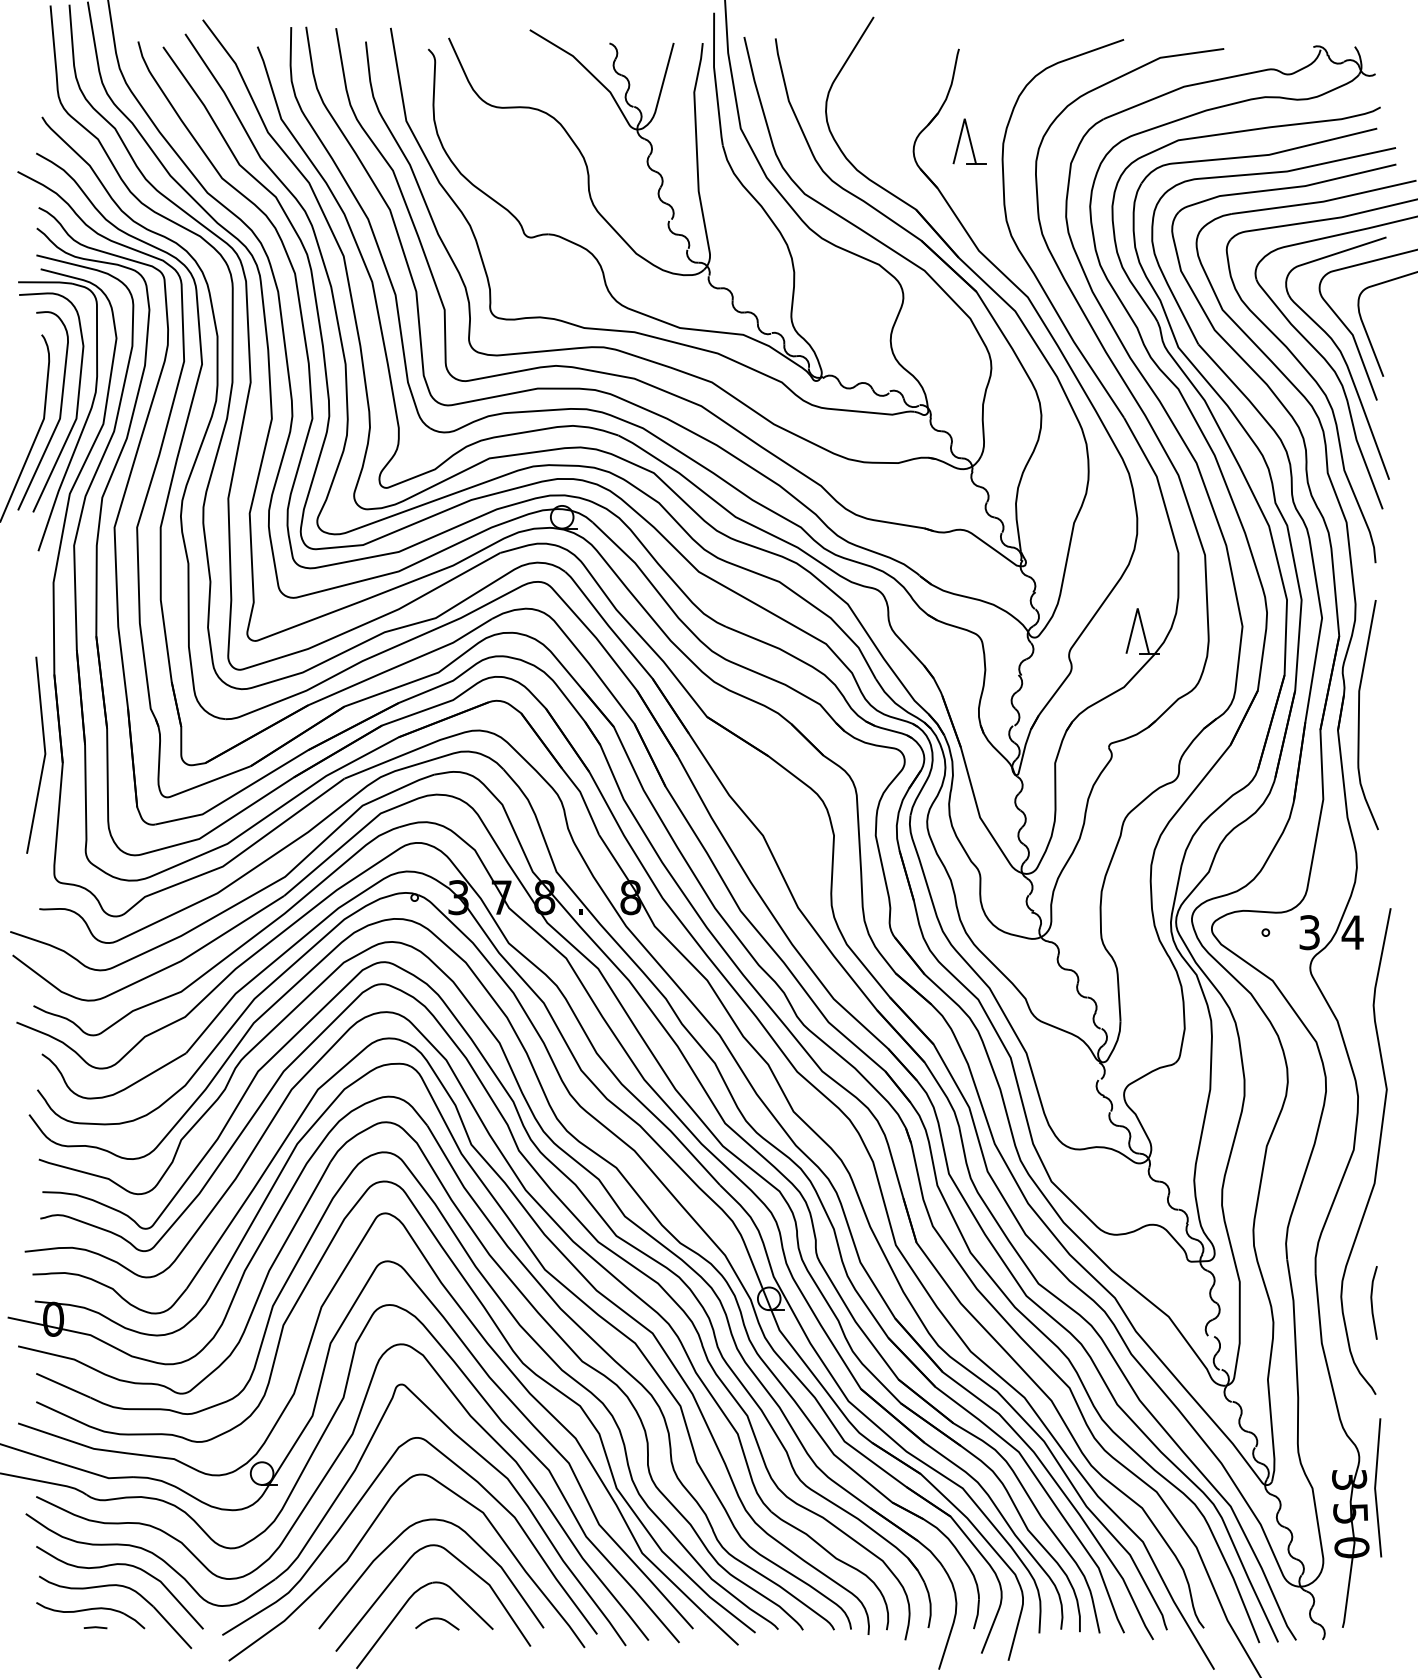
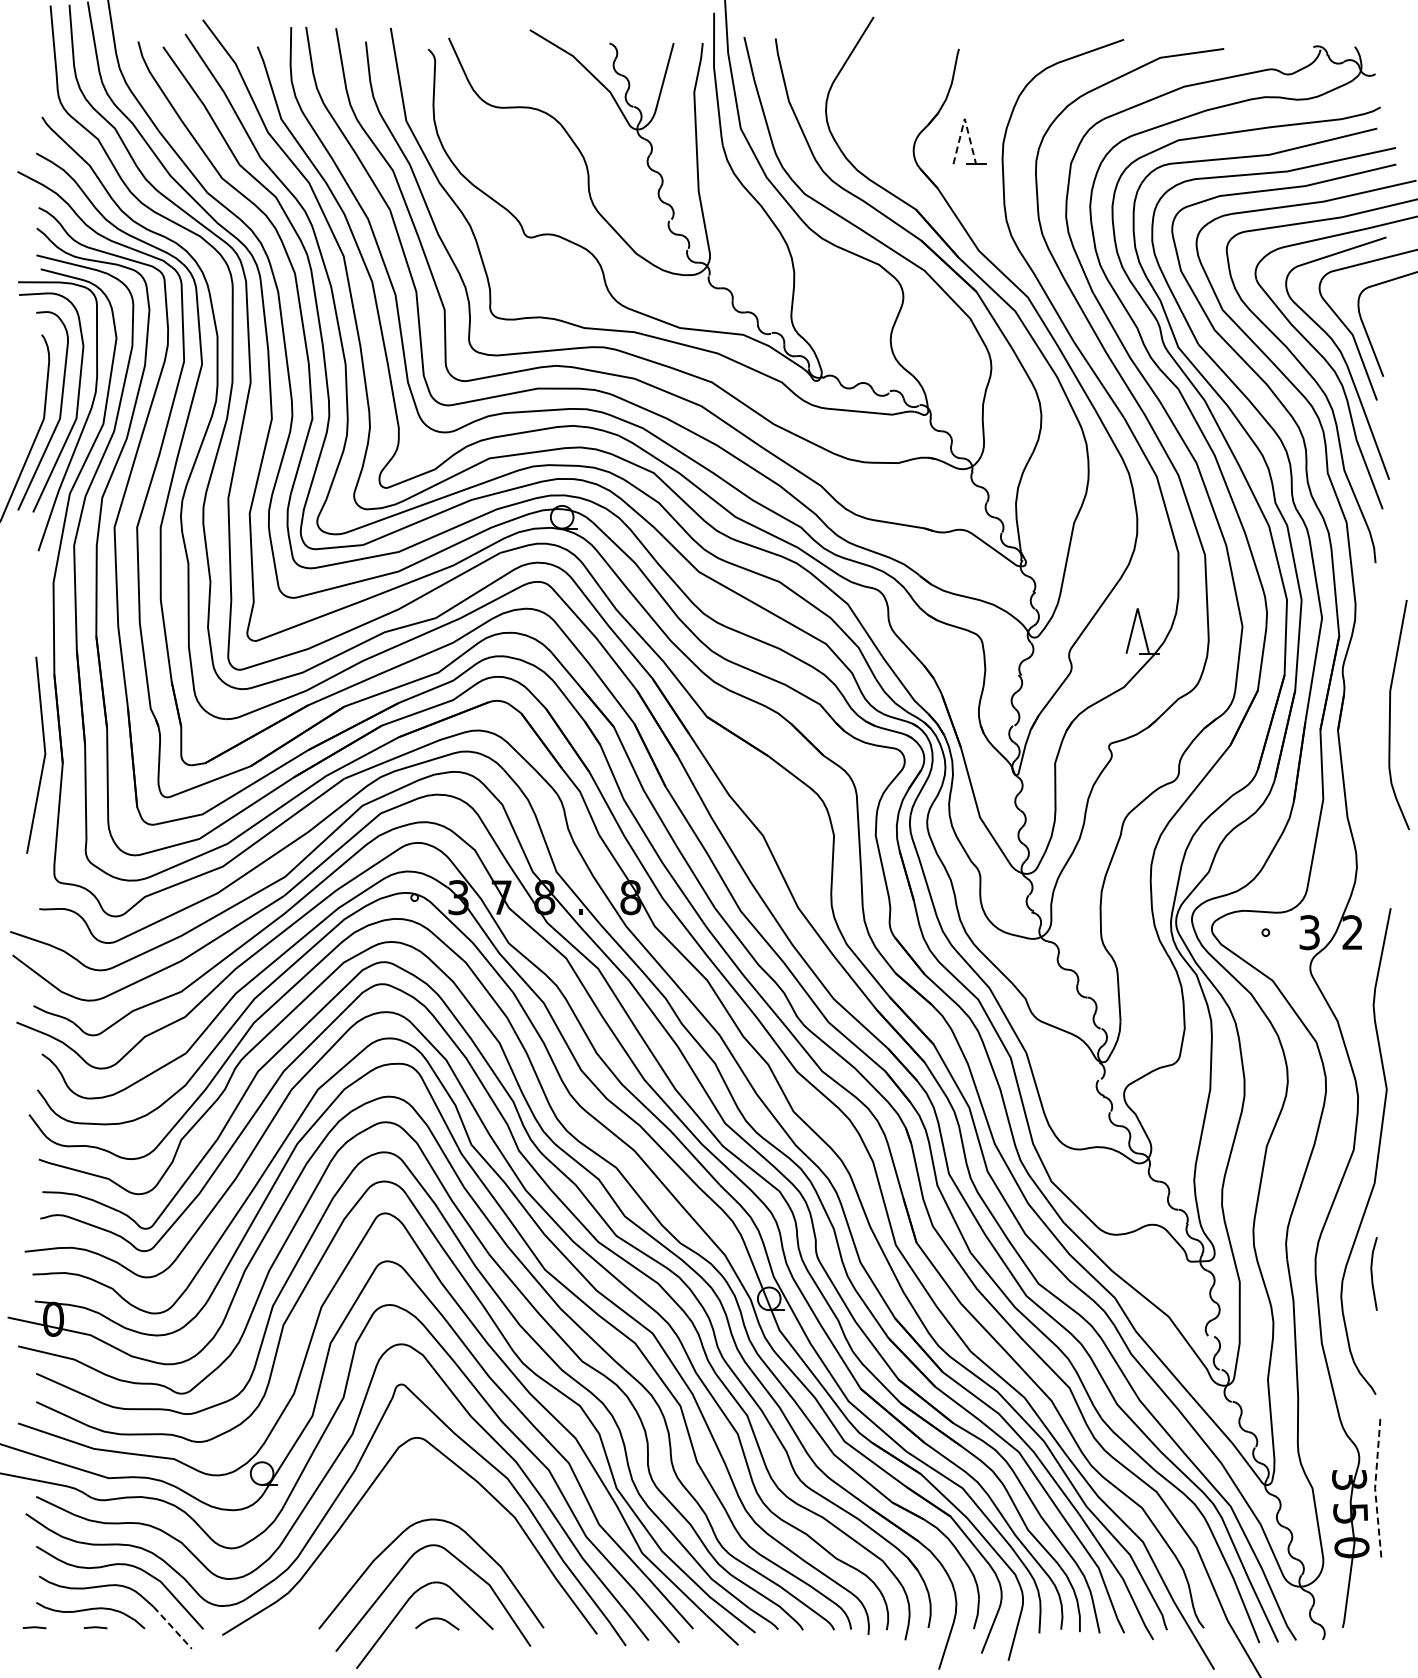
line at (964, 118): solid -> dashed
curve at (1359, 715) position: (1359, 715) -> (1390, 715)
text at (1352, 932): 4 -> 2
line at (1372, 1302) position: (1372, 1302) -> (1372, 1273)
line at (1375, 1488): solid -> dashed
curve at (364, 1537): present -> none
line at (34, 1627): none -> present
line at (173, 1628): solid -> dashed
